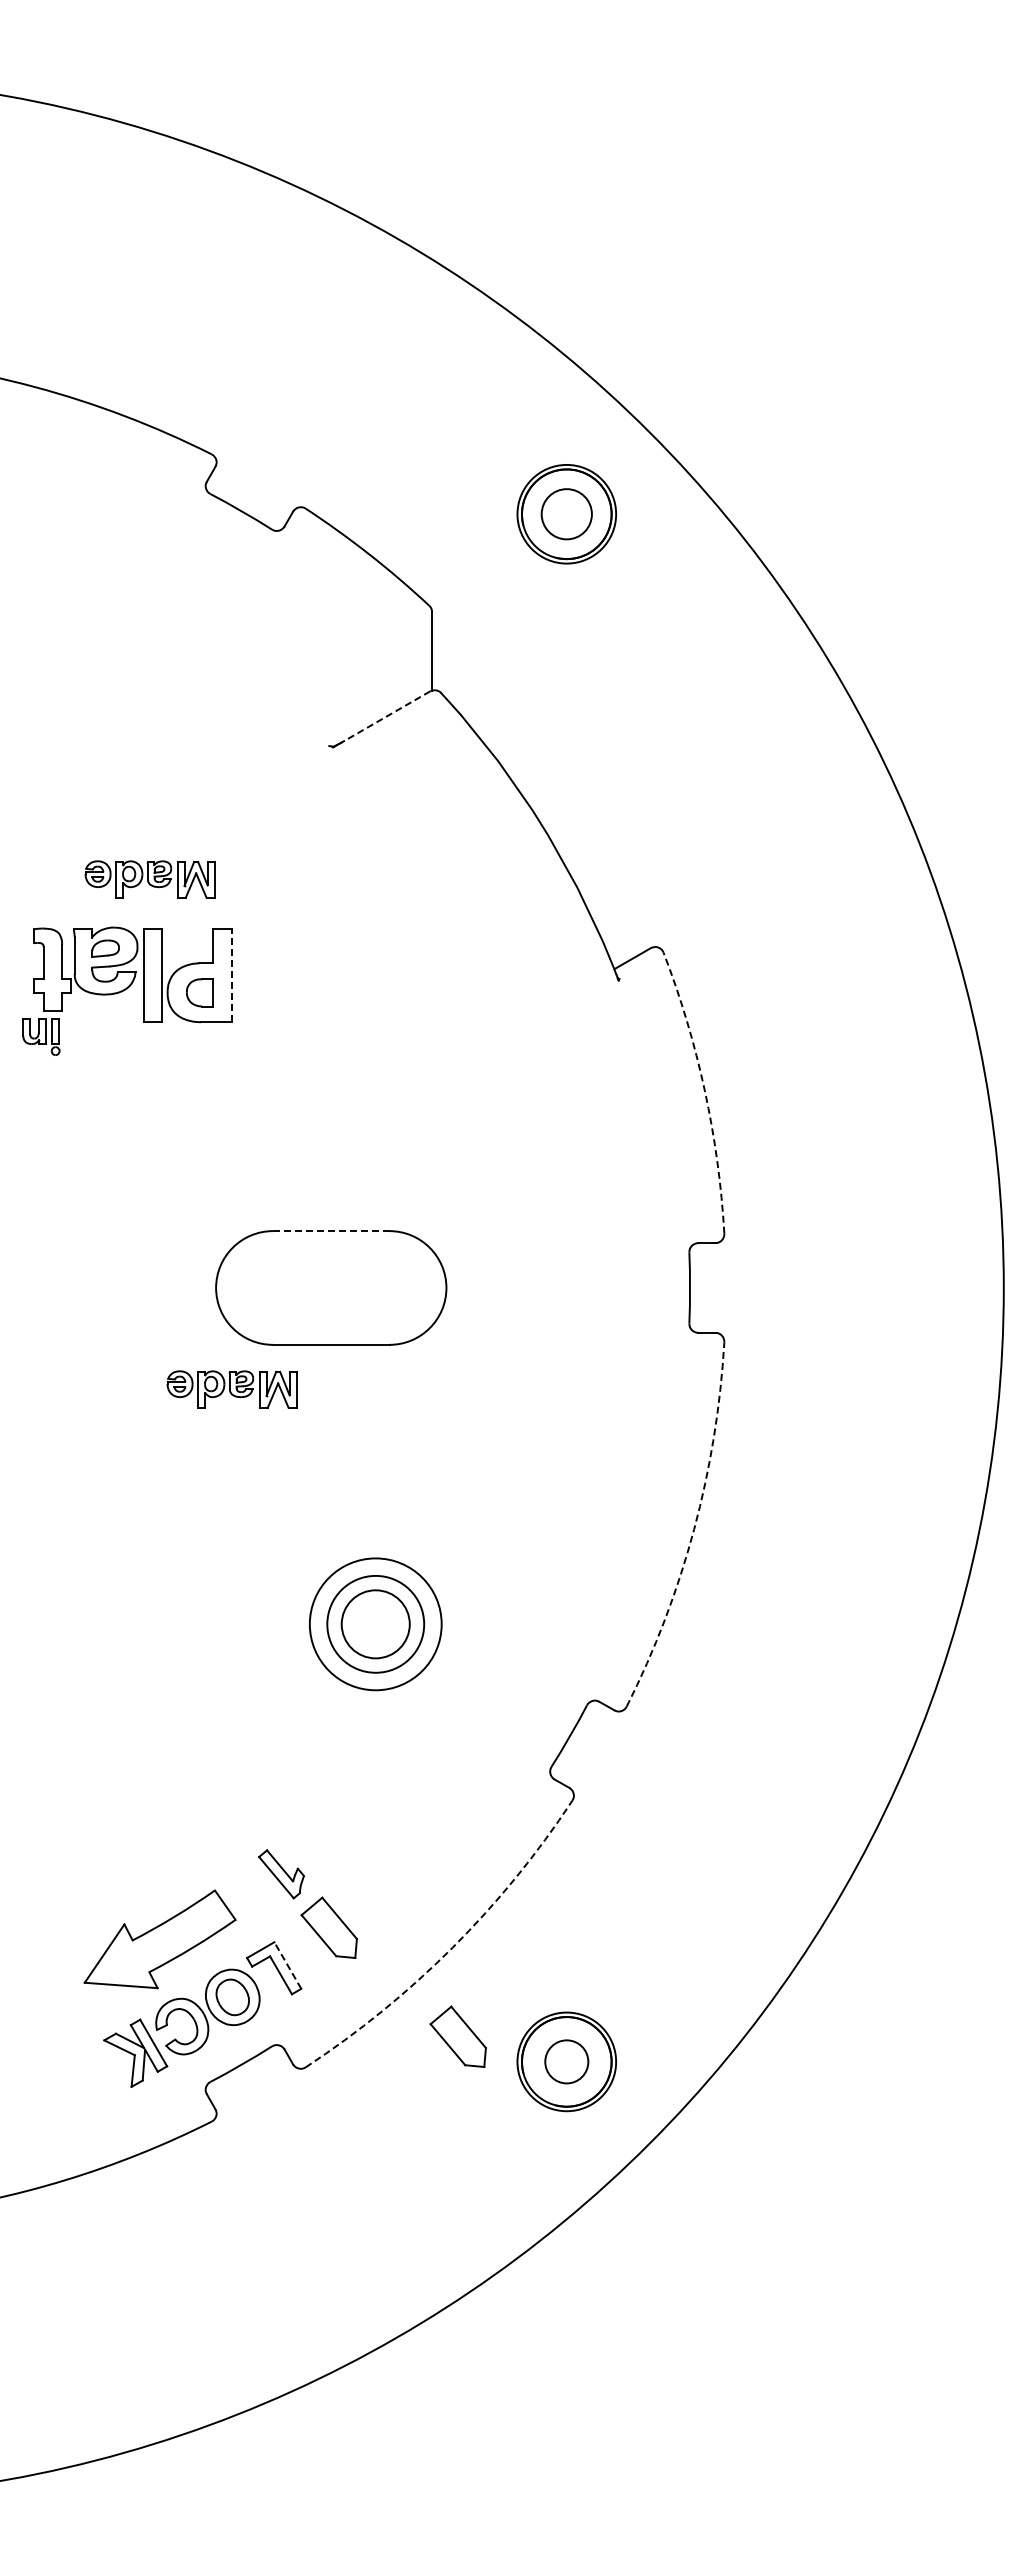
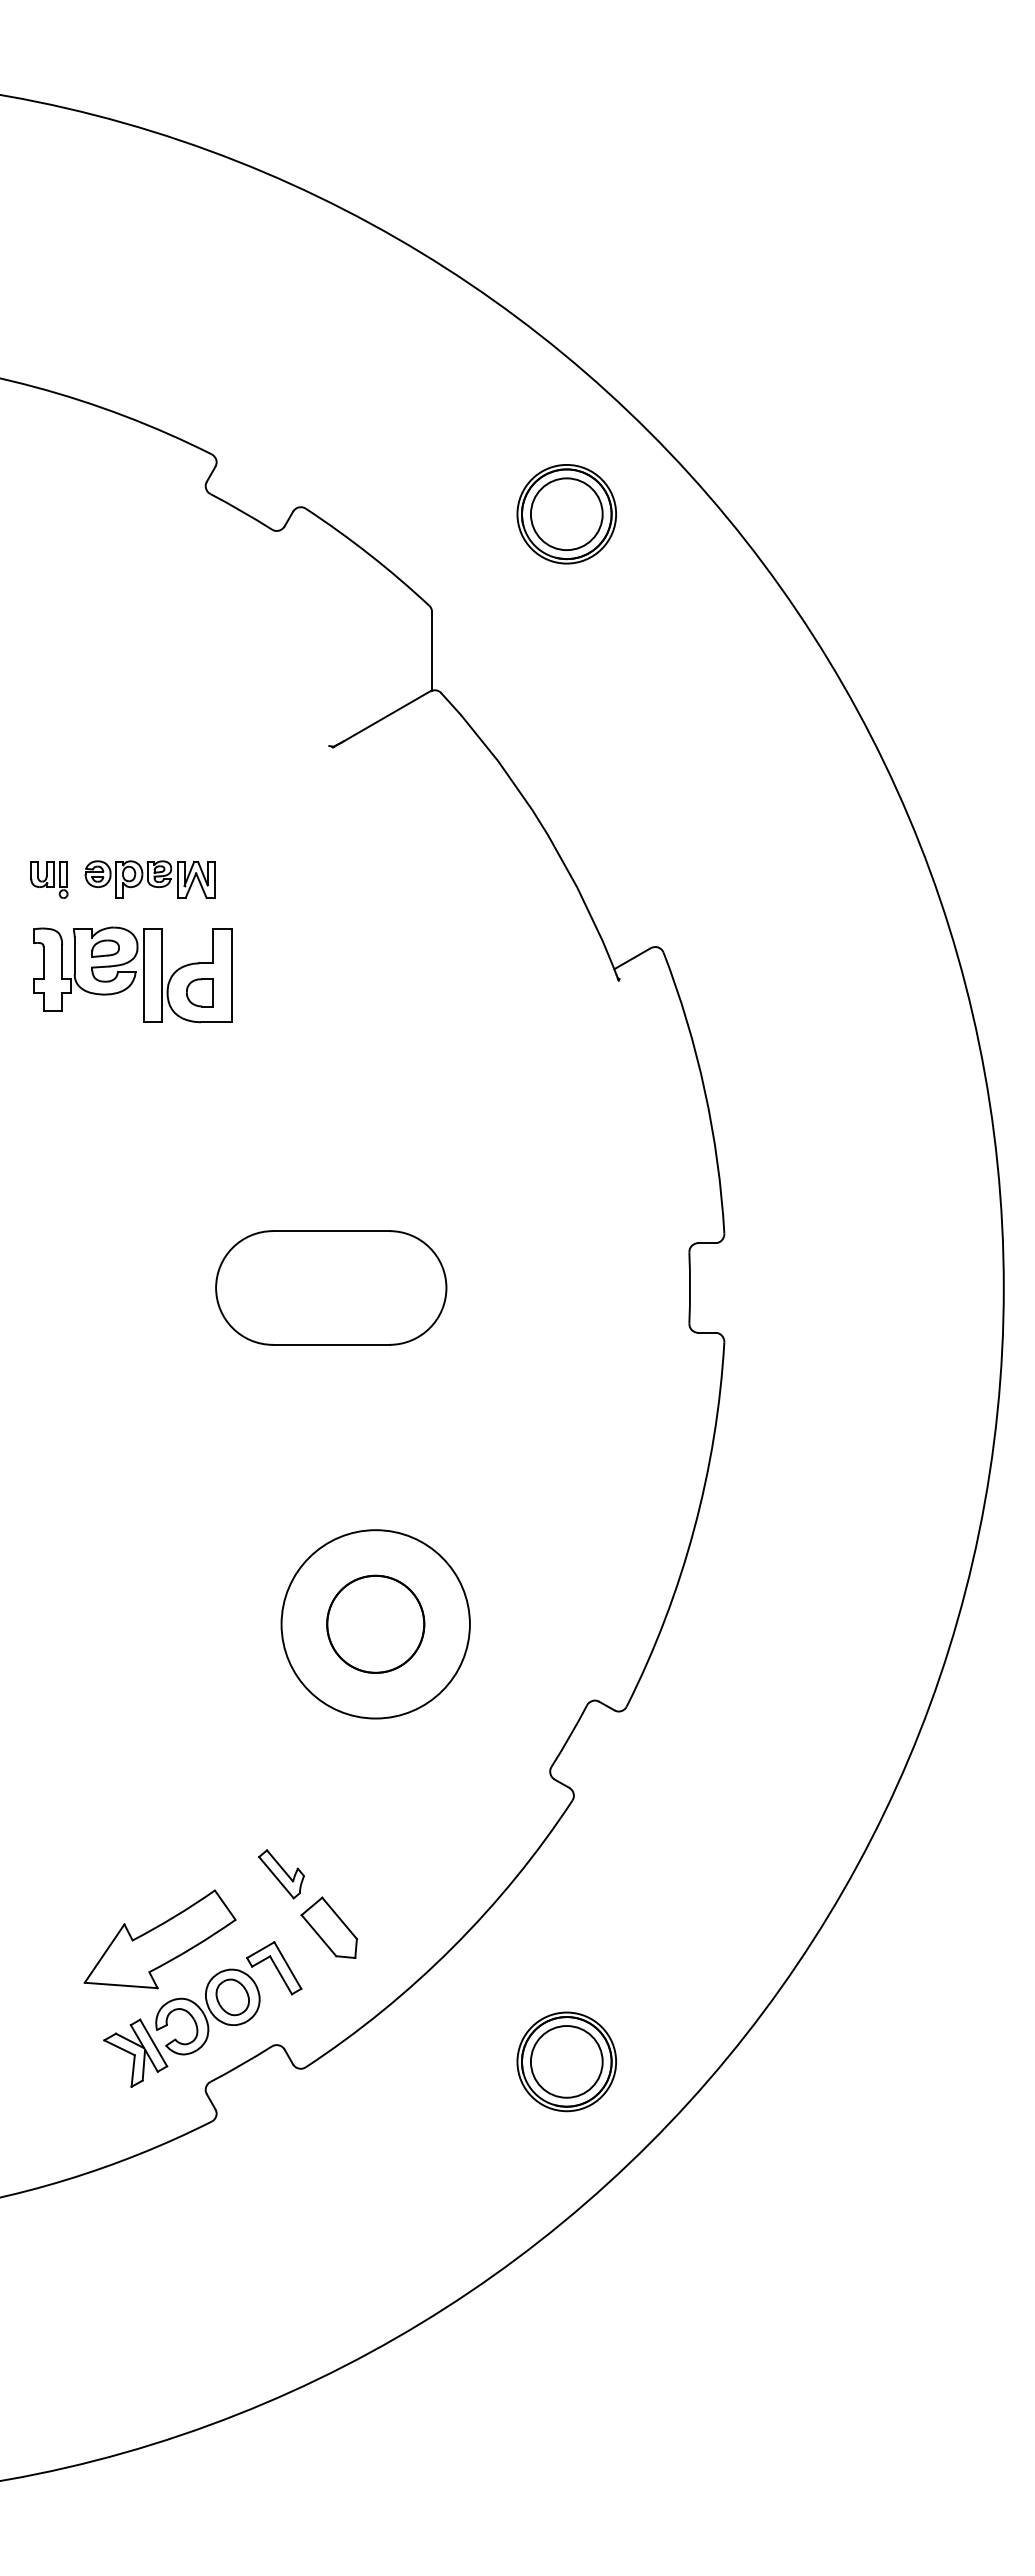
circle at (566, 514) diameter: 50 px -> 72 px
line at (387, 716): dashed -> solid
line at (232, 975): dashed -> solid
part at (41, 1036) position: (41, 1036) -> (49, 879)
arc at (704, 1090): dashed -> solid
line at (330, 1231): dashed -> solid
part at (231, 1389): present -> none
arc at (694, 1529): dashed -> solid
circle at (375, 1624) diameter: 132 px -> 188 px
circle at (375, 1624) diameter: 68 px -> 97 px
arc at (452, 1947): dashed -> solid
line at (287, 1965): dashed -> solid
part at (457, 2036): present -> none
circle at (566, 2061) diameter: 43 px -> 72 px
